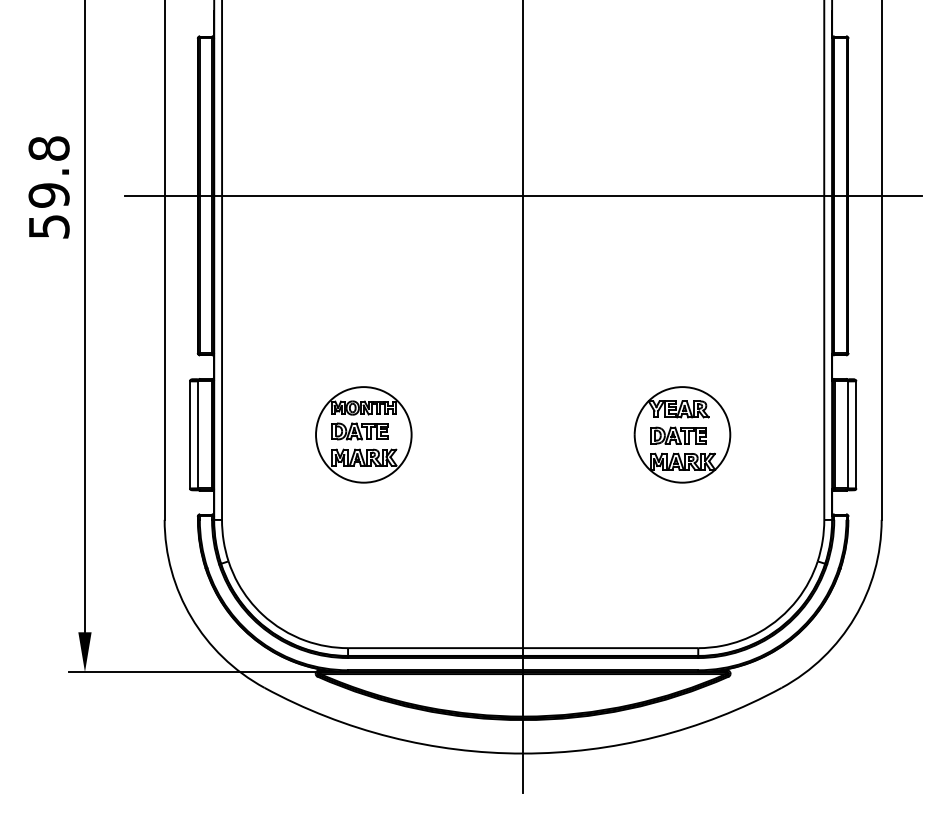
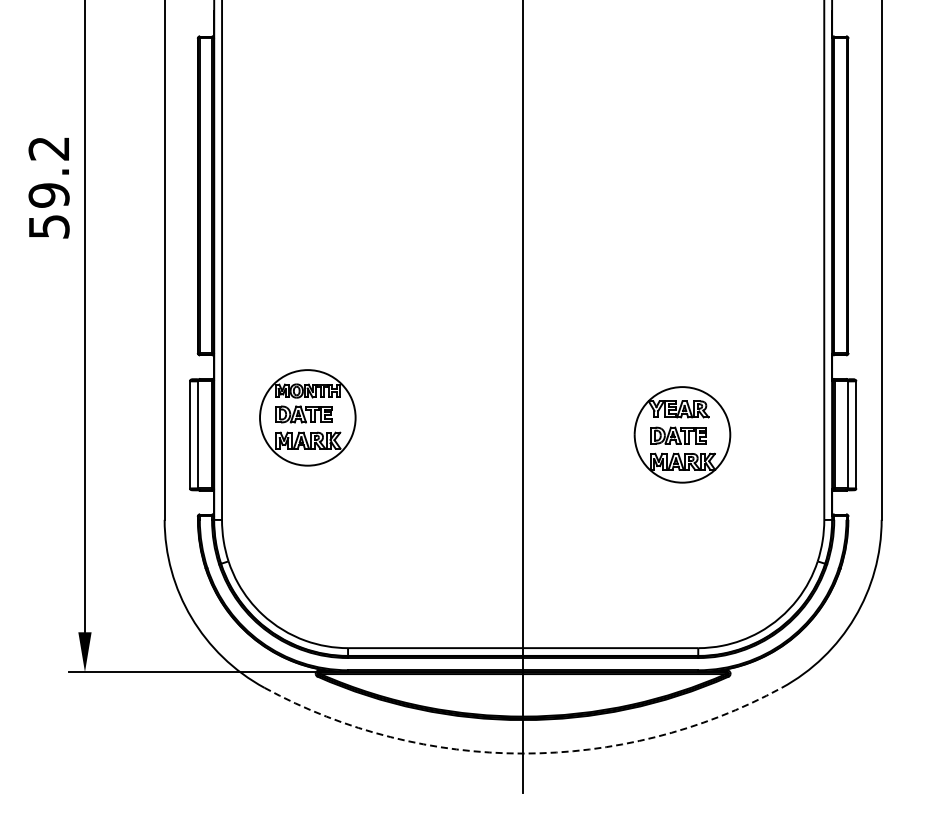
text at (48, 148): 59.8 -> 59.2
line at (522, 195): present -> none
part at (363, 434) position: (363, 434) -> (307, 417)
arc at (523, 753): solid -> dashed
